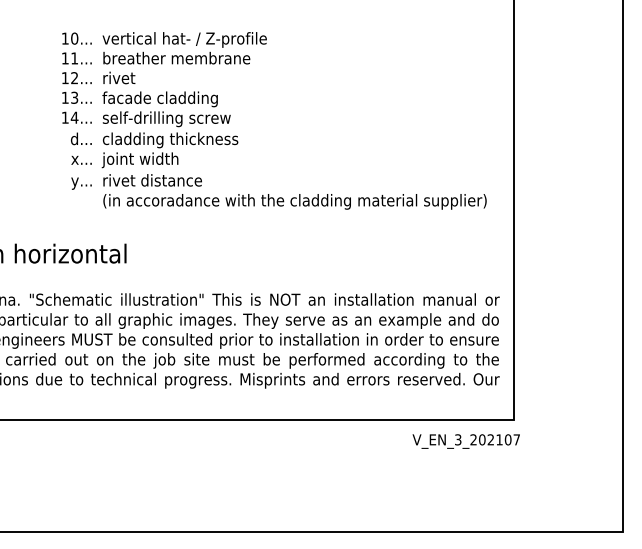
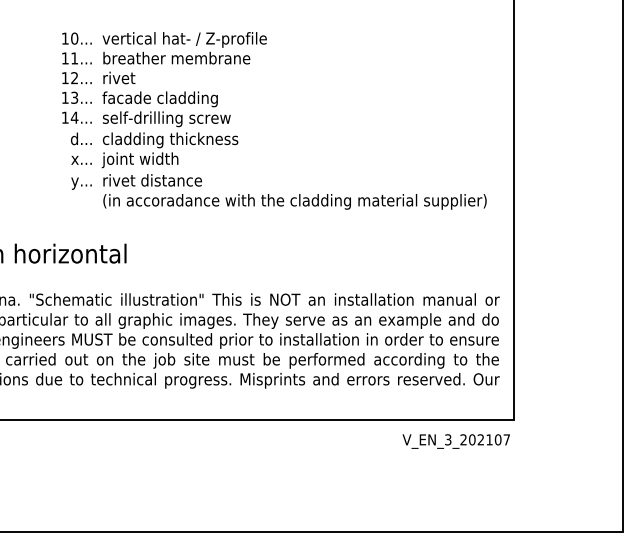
text at (465, 441) position: (465, 441) -> (455, 441)
